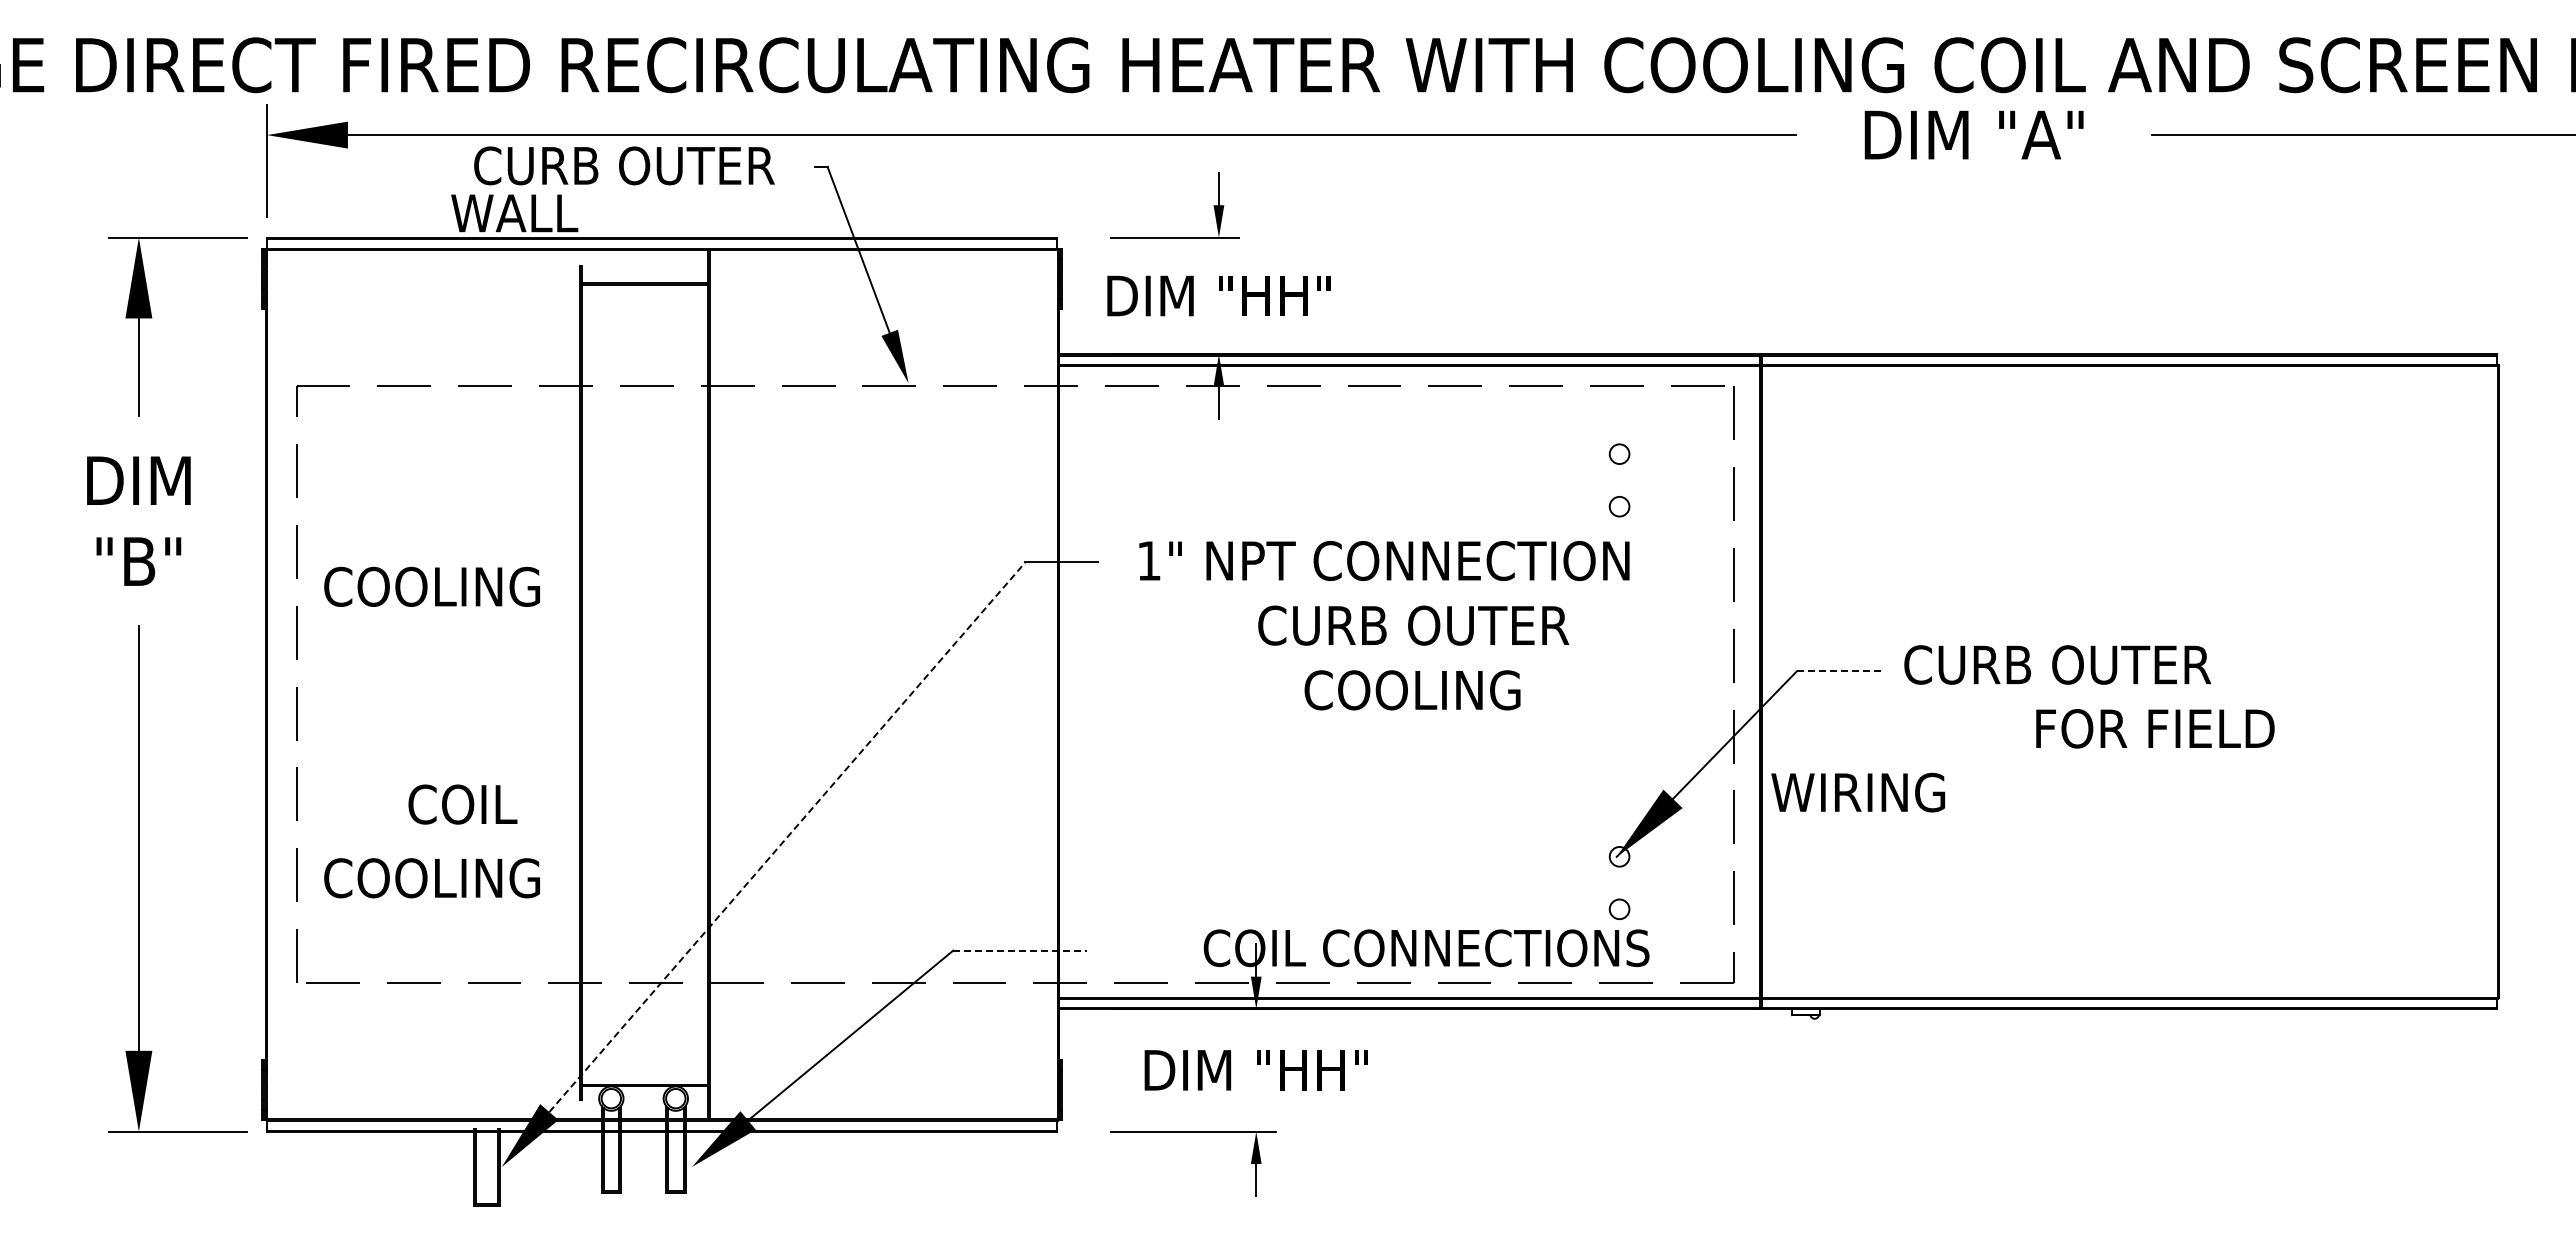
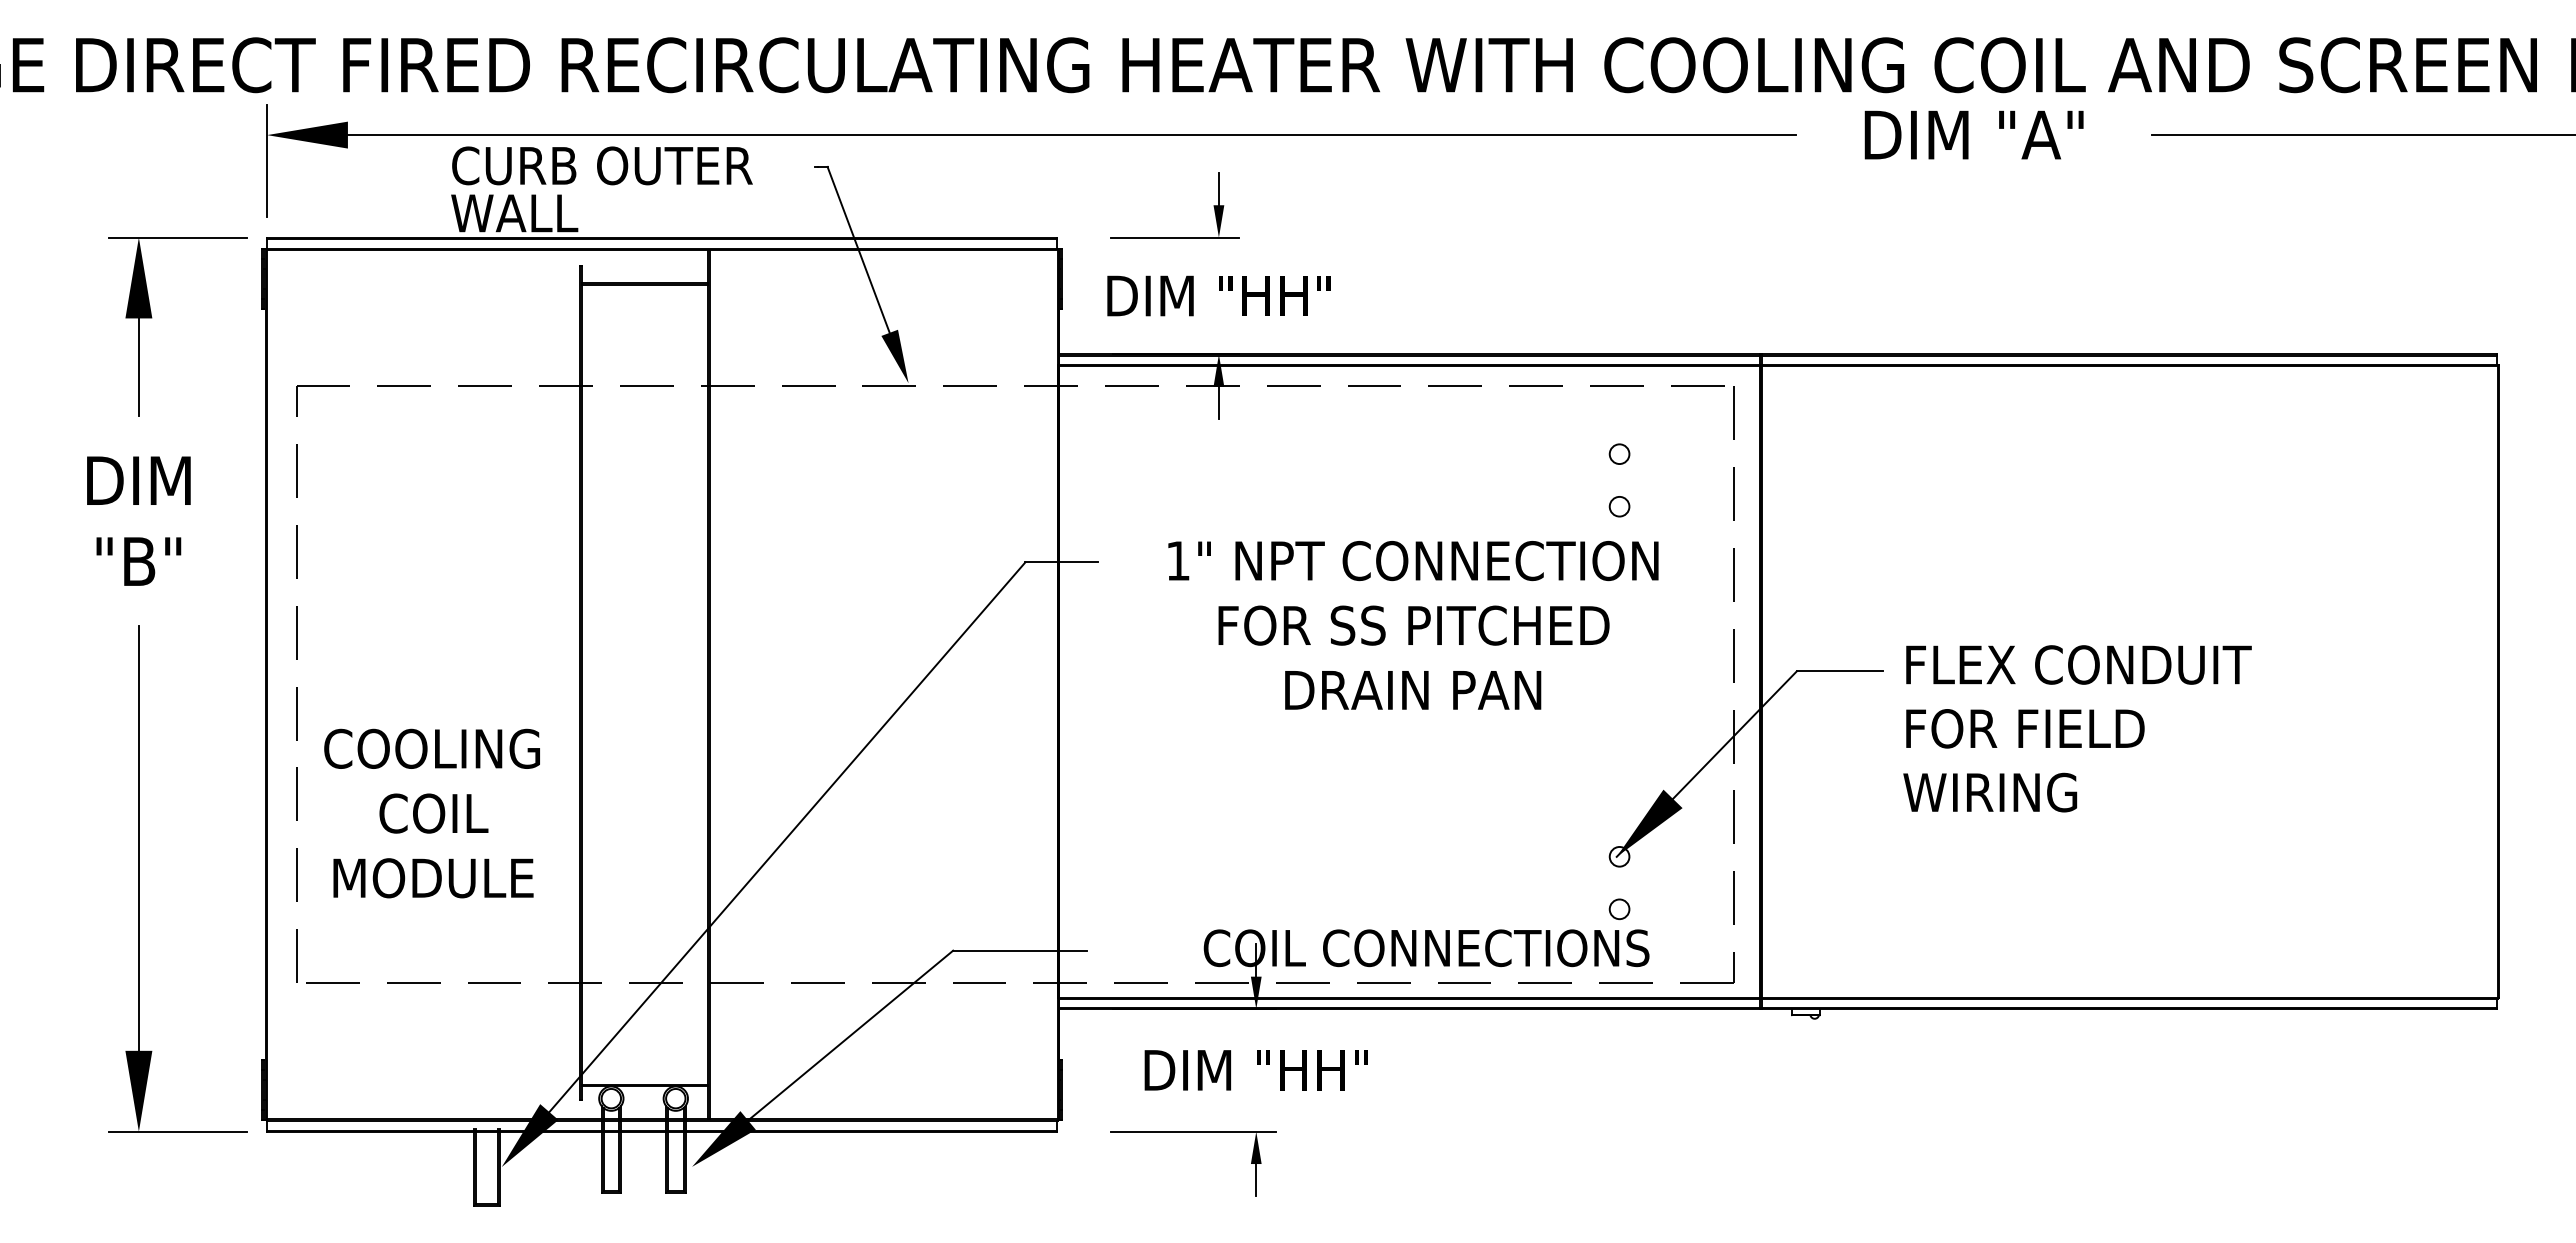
text at (624, 165) position: (624, 165) -> (602, 165)
text at (1384, 561) position: (1384, 561) -> (1413, 561)
text at (431, 586) position: (431, 586) -> (431, 748)
text at (1413, 625): CURB OUTER -> FOR SS PITCHED
text at (2077, 664): CURB OUTER -> FLEX CONDUIT
line at (1840, 671): dashed -> solid
text at (1413, 690): COOLING -> DRAIN PAN
text at (2155, 728) position: (2155, 728) -> (2025, 728)
text at (1858, 792) position: (1858, 792) -> (1990, 792)
text at (462, 804) position: (462, 804) -> (433, 813)
line at (787, 837): dashed -> solid
text at (431, 878): COOLING -> MODULE
line at (1020, 950): dashed -> solid
